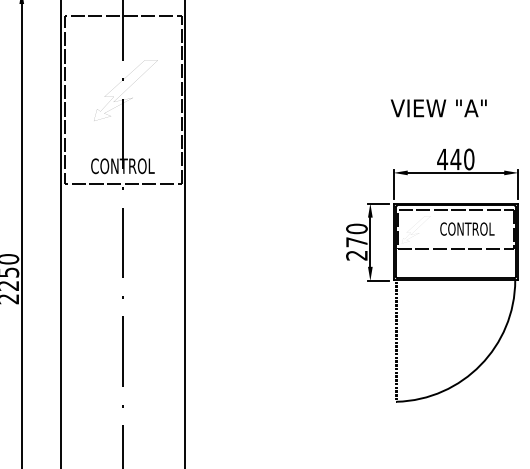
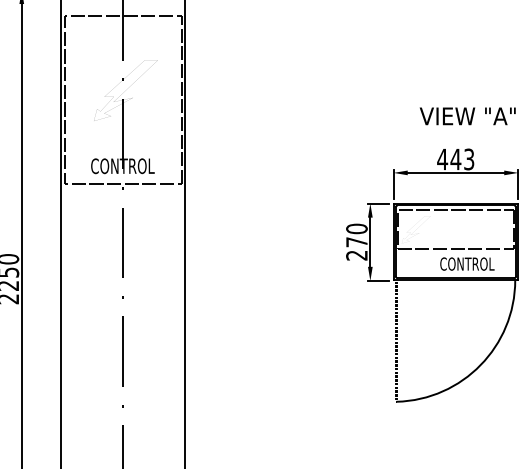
text at (438, 108) position: (438, 108) -> (467, 116)
text at (469, 159): 440 -> 443
text at (467, 228) position: (467, 228) -> (467, 263)
